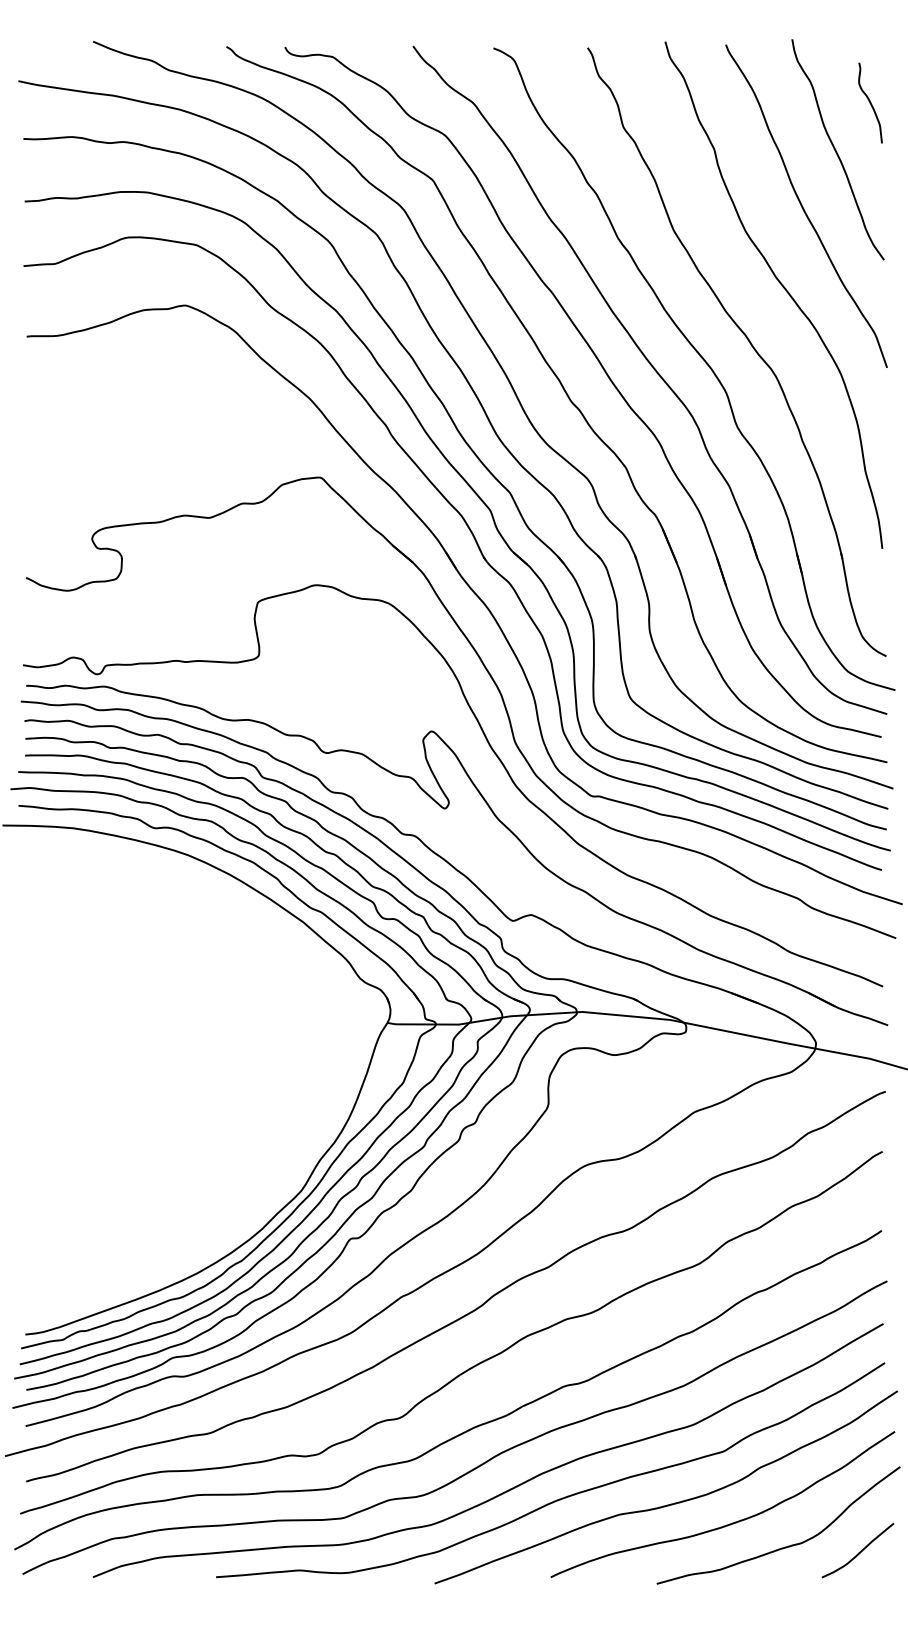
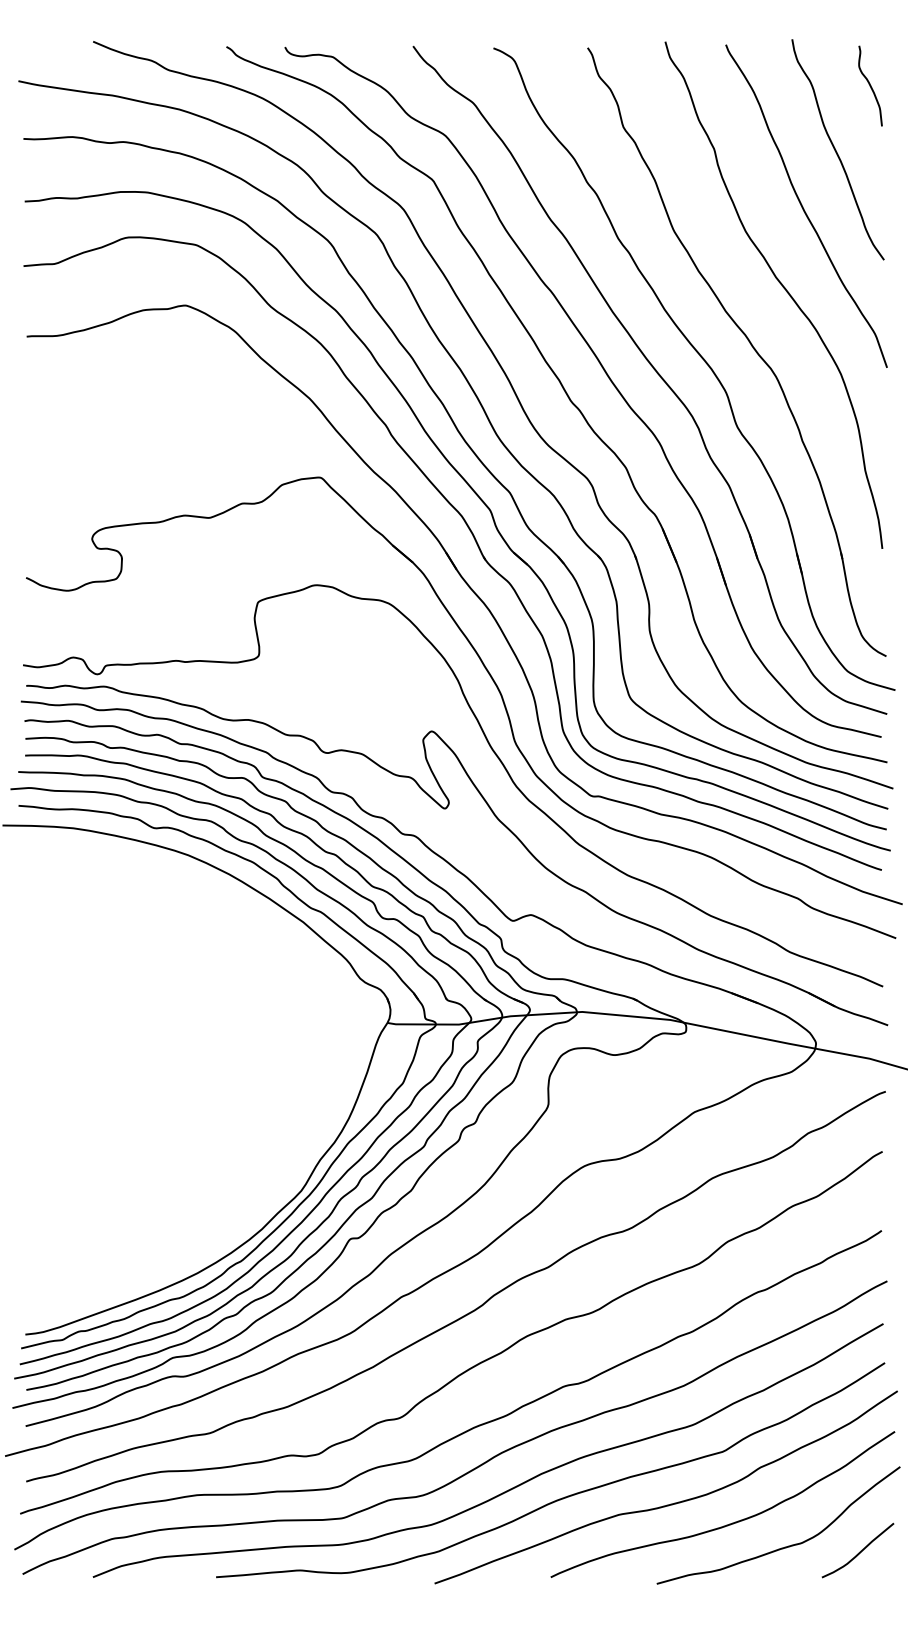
curve at (870, 102) position: (870, 102) -> (870, 85)
